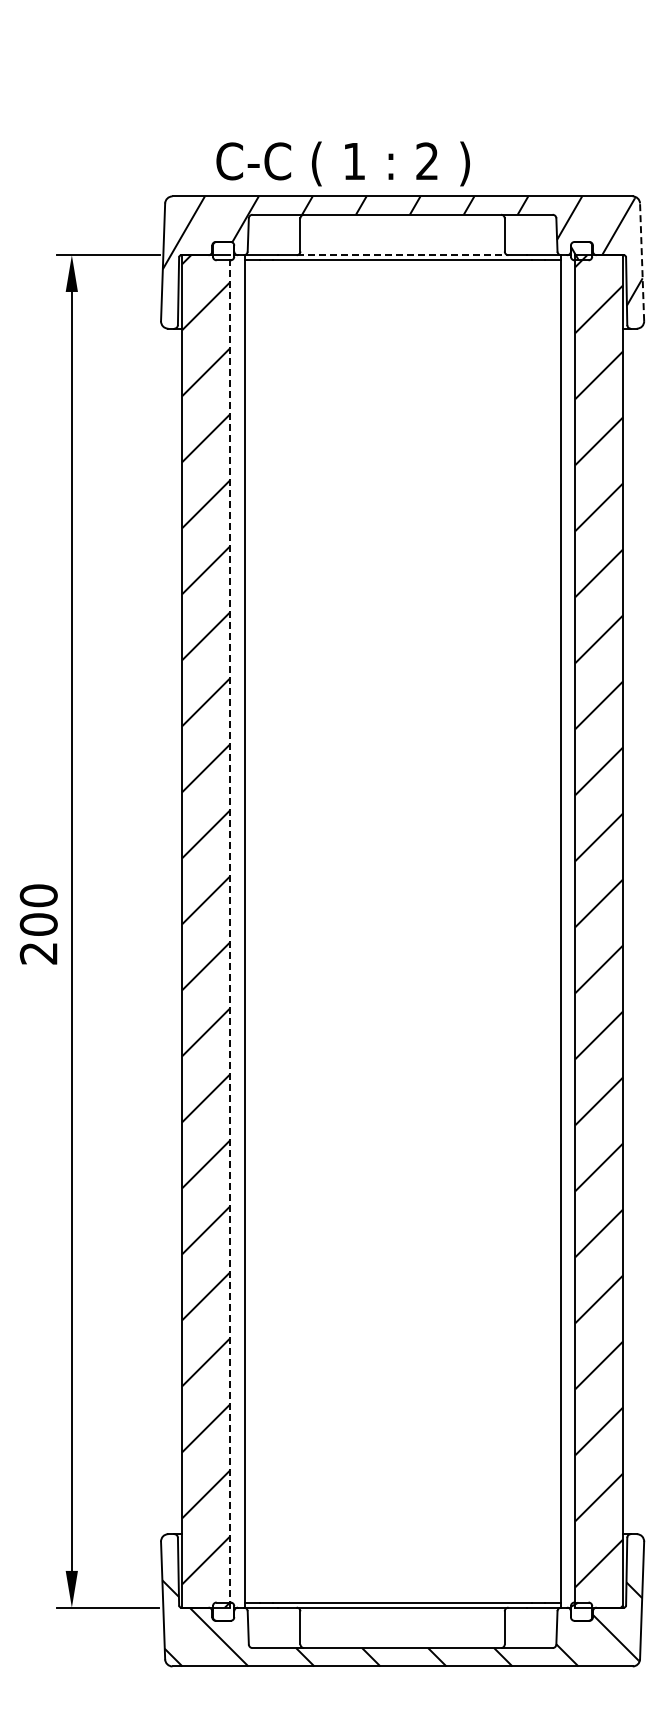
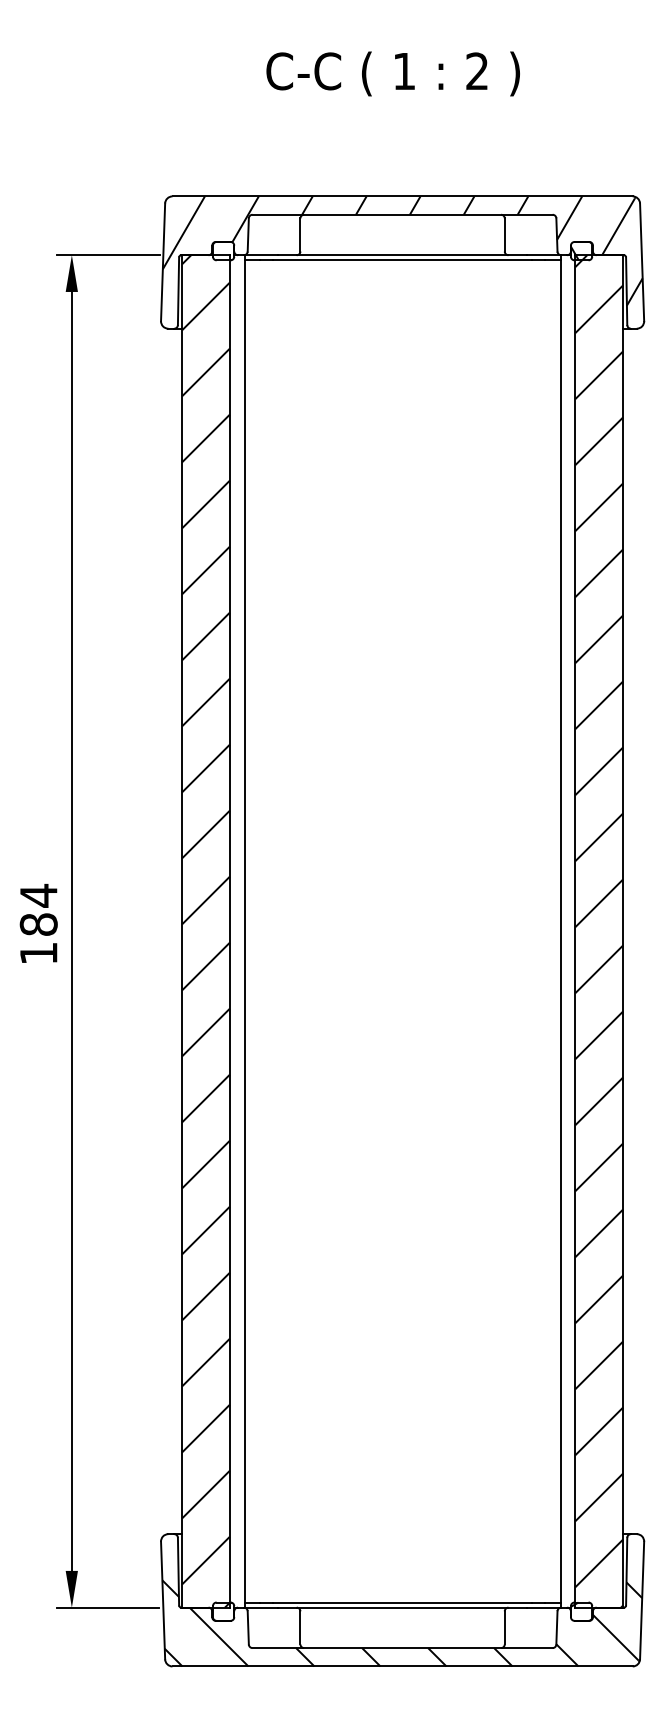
text at (342, 163) position: (342, 163) -> (392, 73)
line at (402, 255): dashed -> solid
line at (642, 262): dashed -> solid
text at (38, 923): 200 -> 184
line at (229, 930): dashed -> solid
